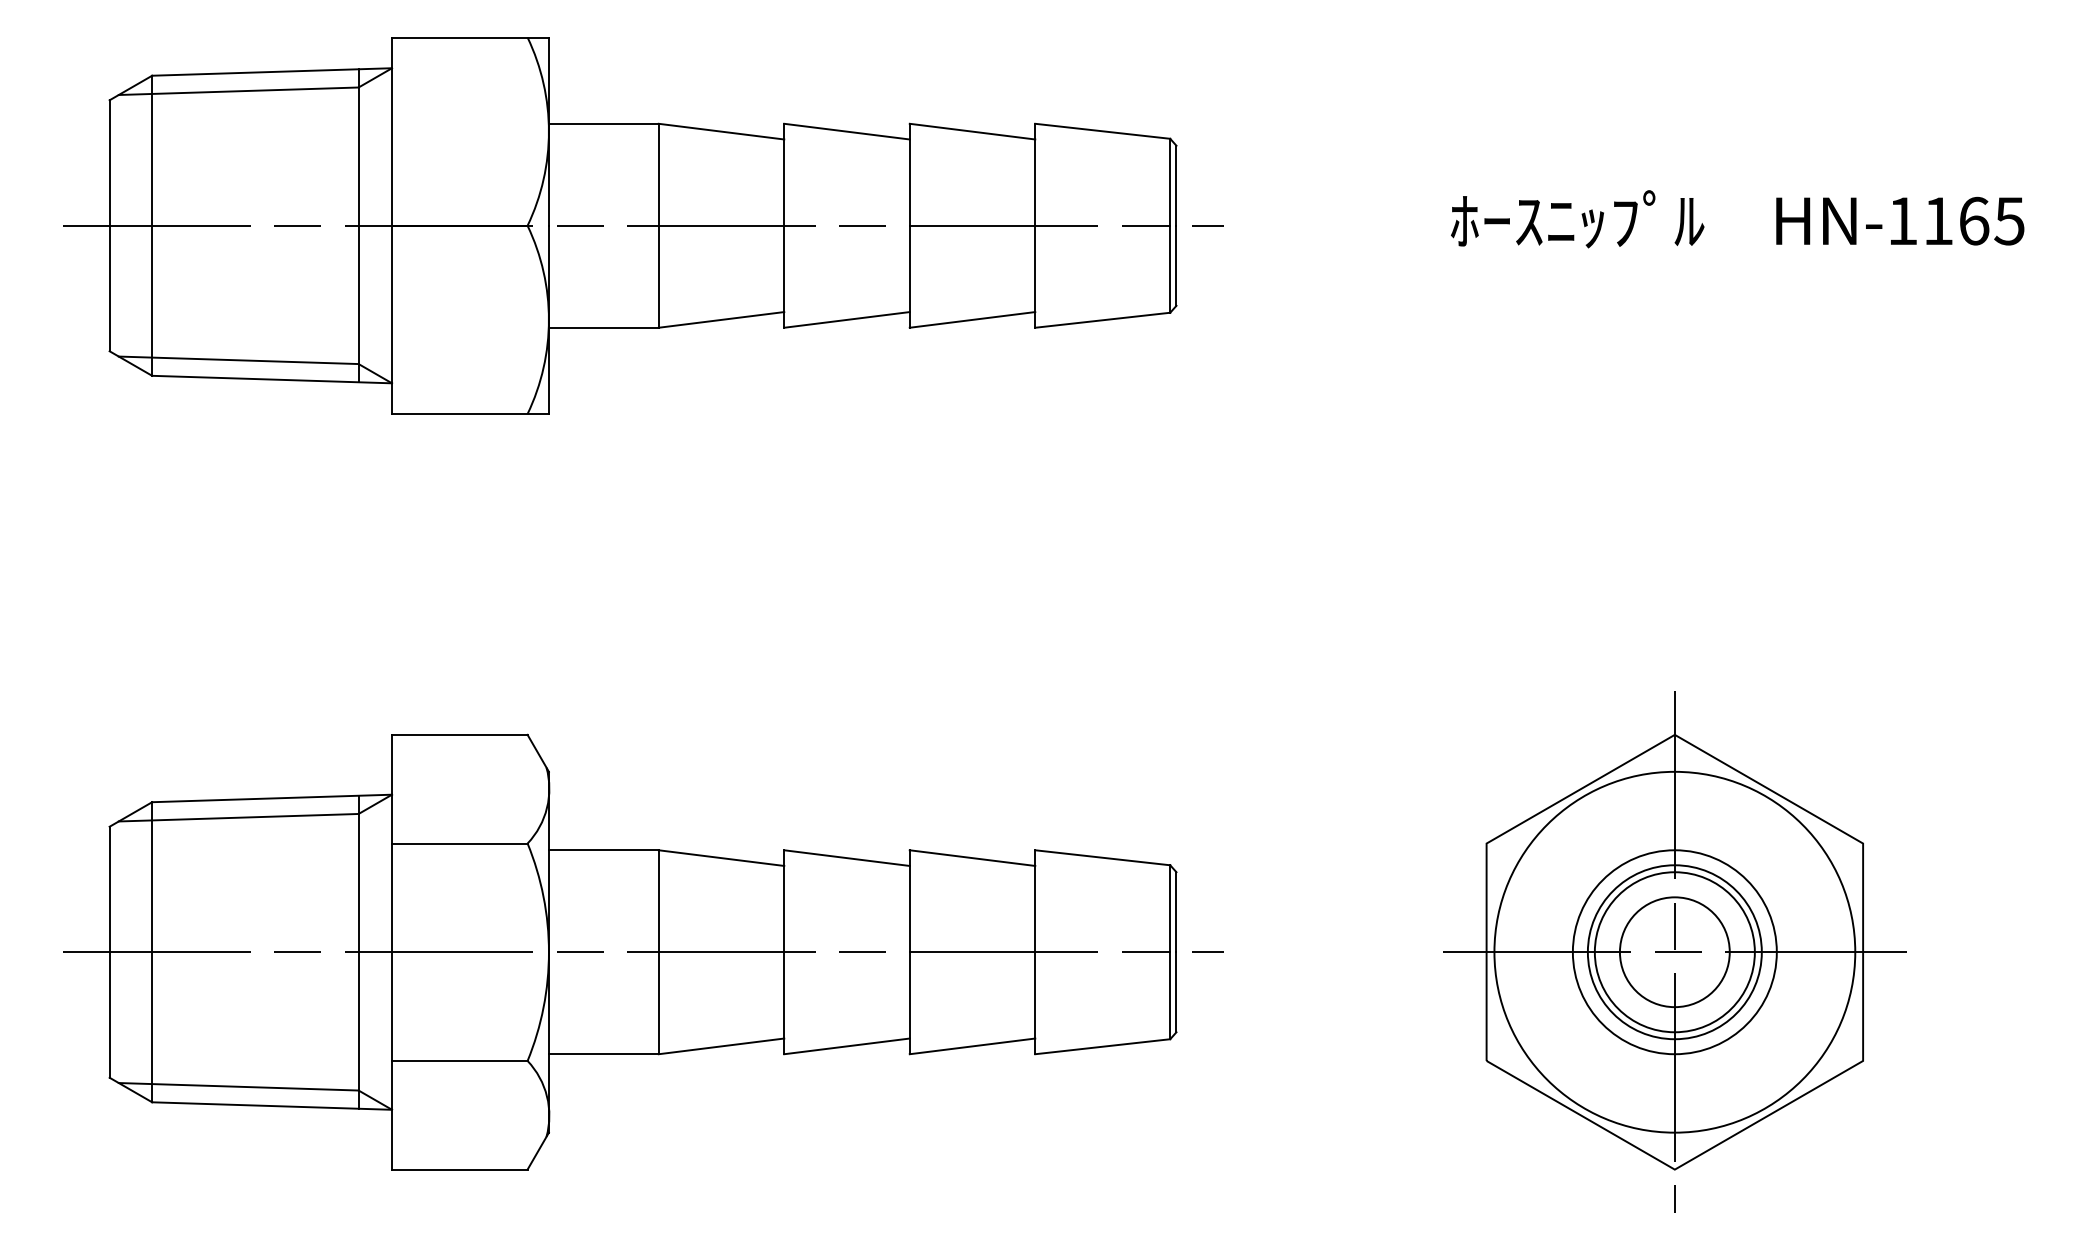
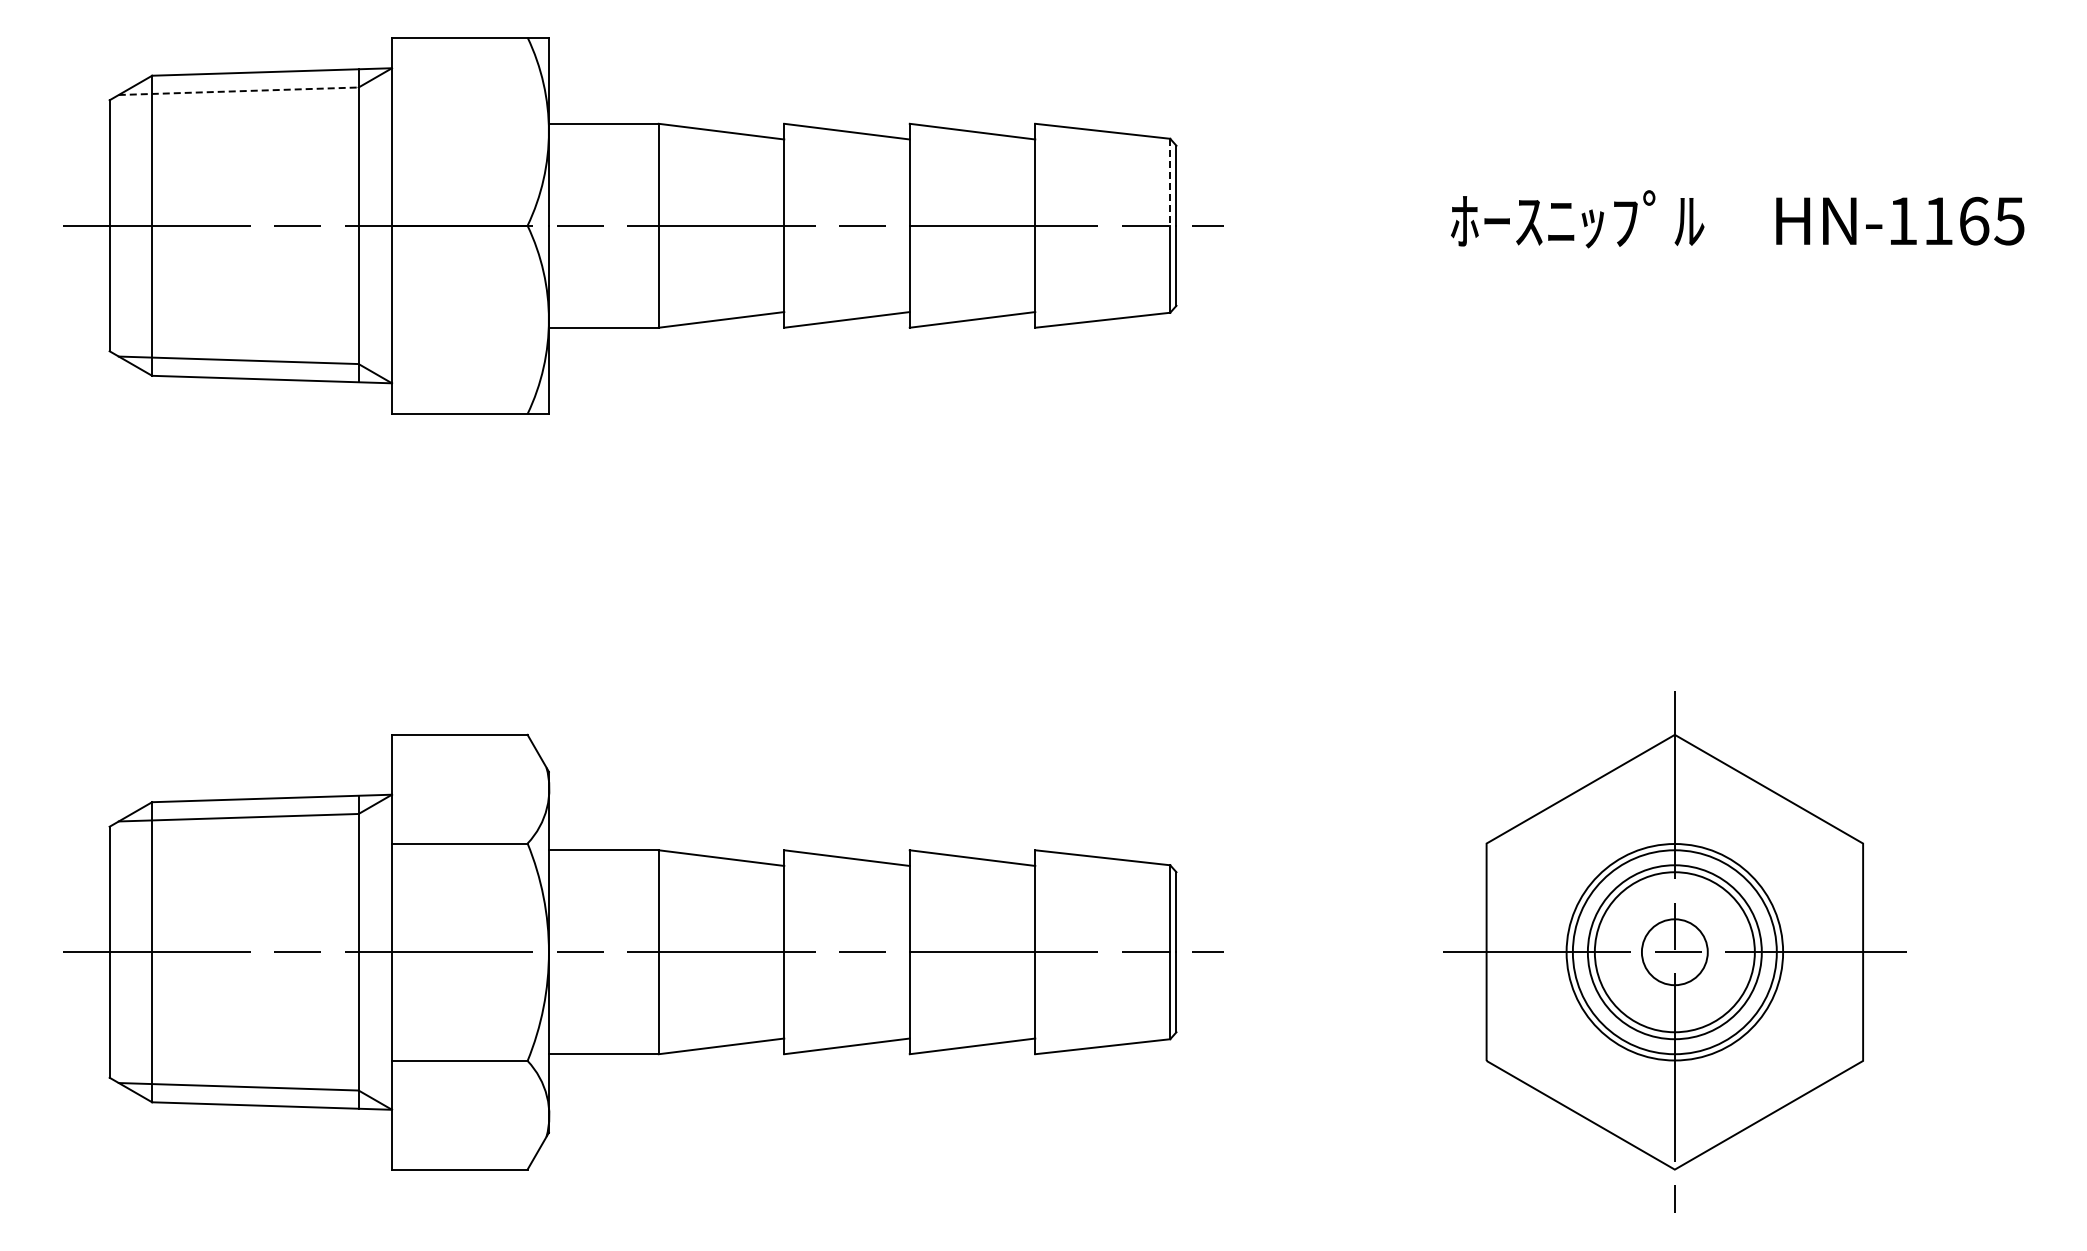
line at (238, 91): solid -> dashed
line at (1170, 182): solid -> dashed
circle at (1674, 951) diameter: 361 px -> 216 px
circle at (1674, 952) diameter: 110 px -> 66 px
